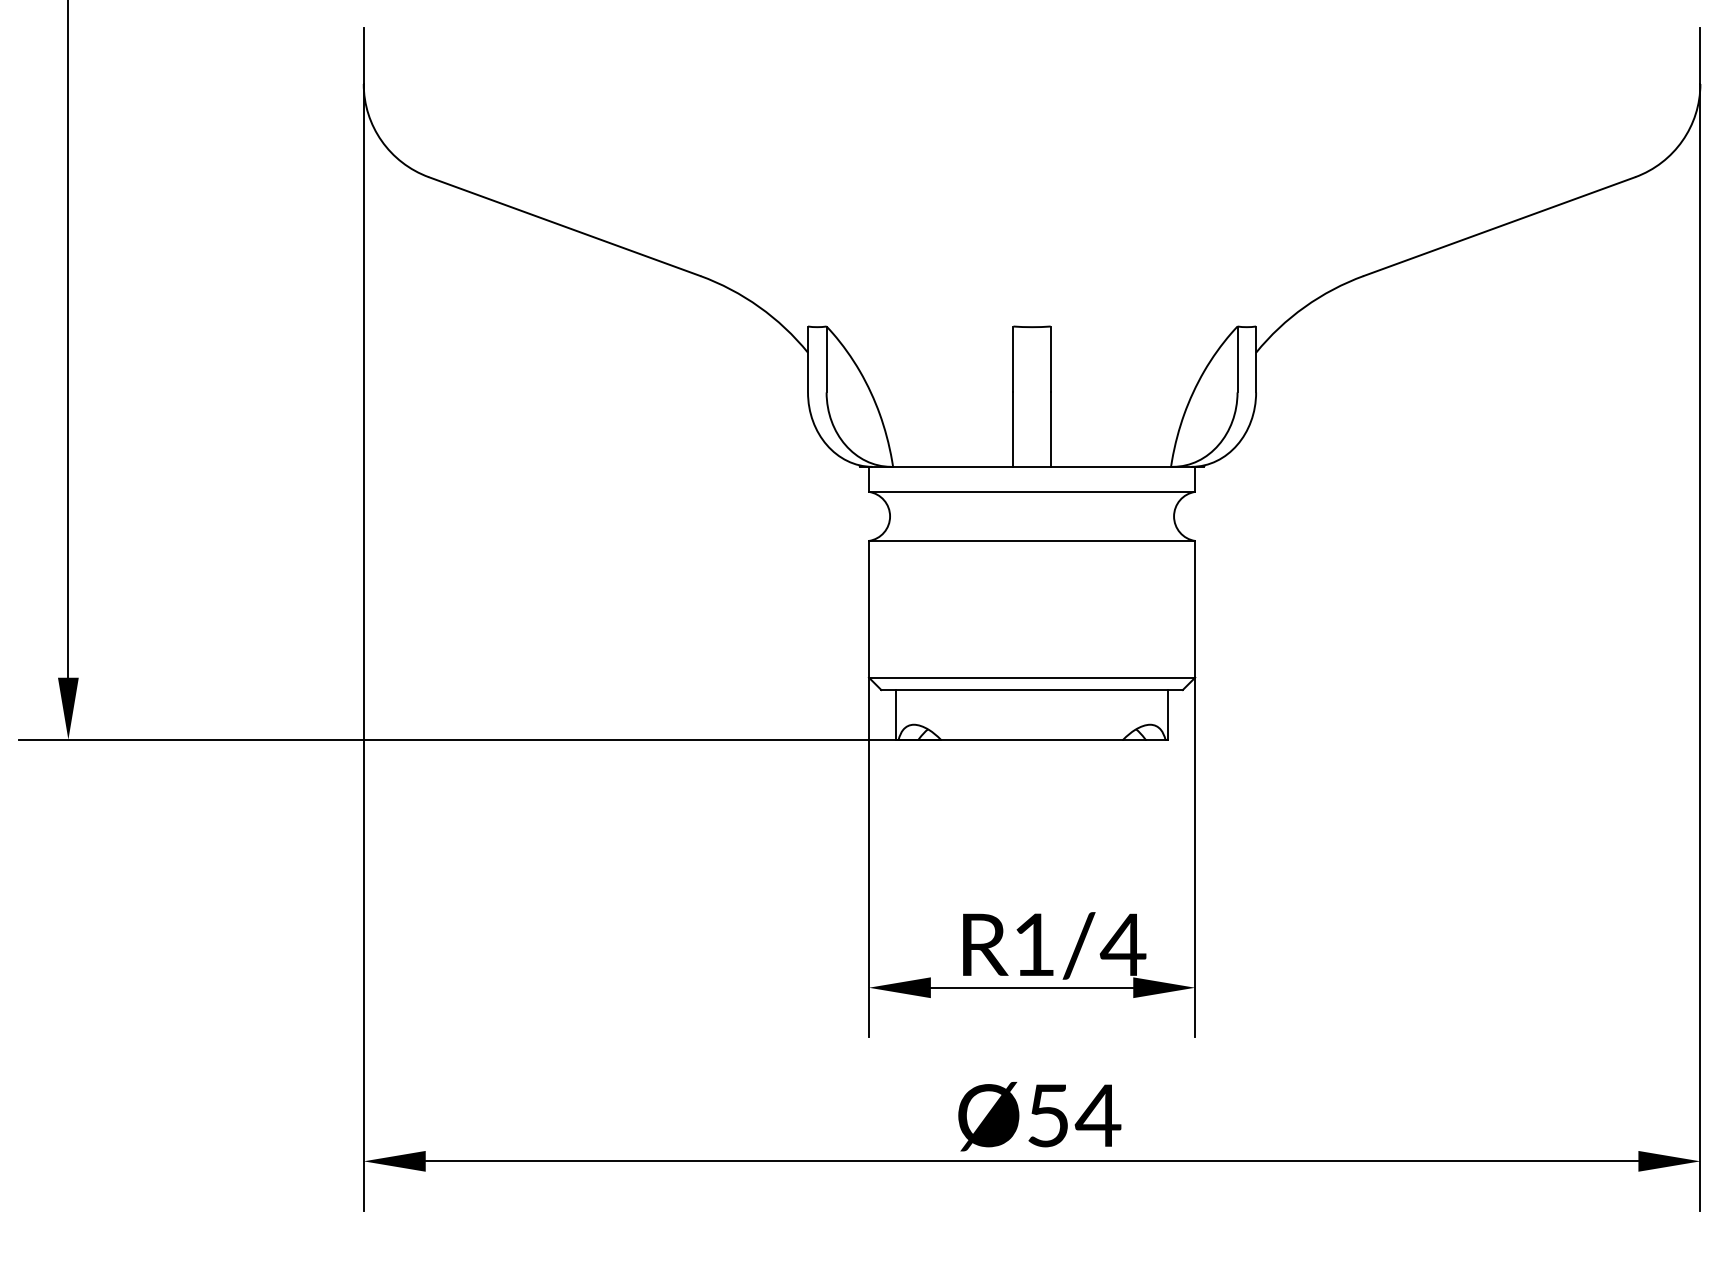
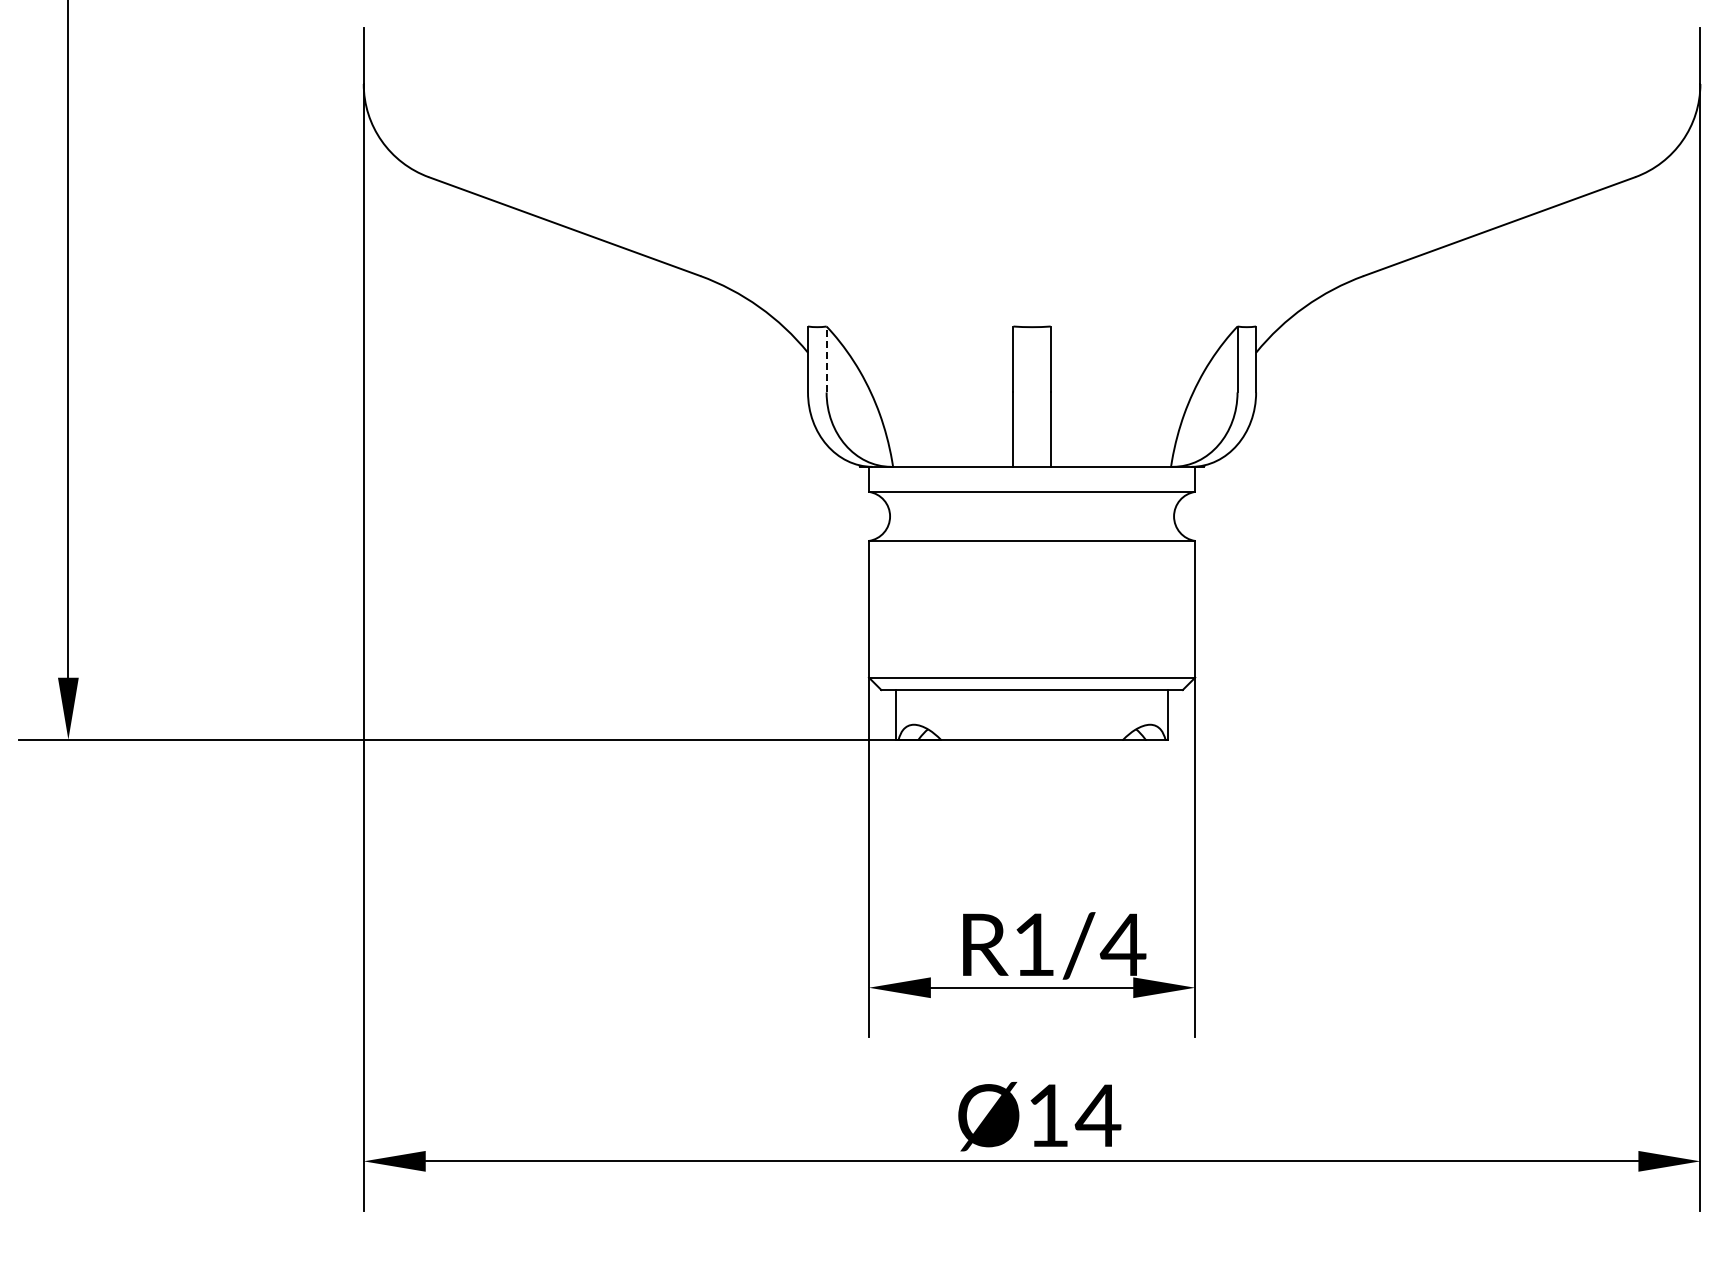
line at (826, 359): solid -> dashed
text at (1047, 1115): Ø54 -> Ø14
